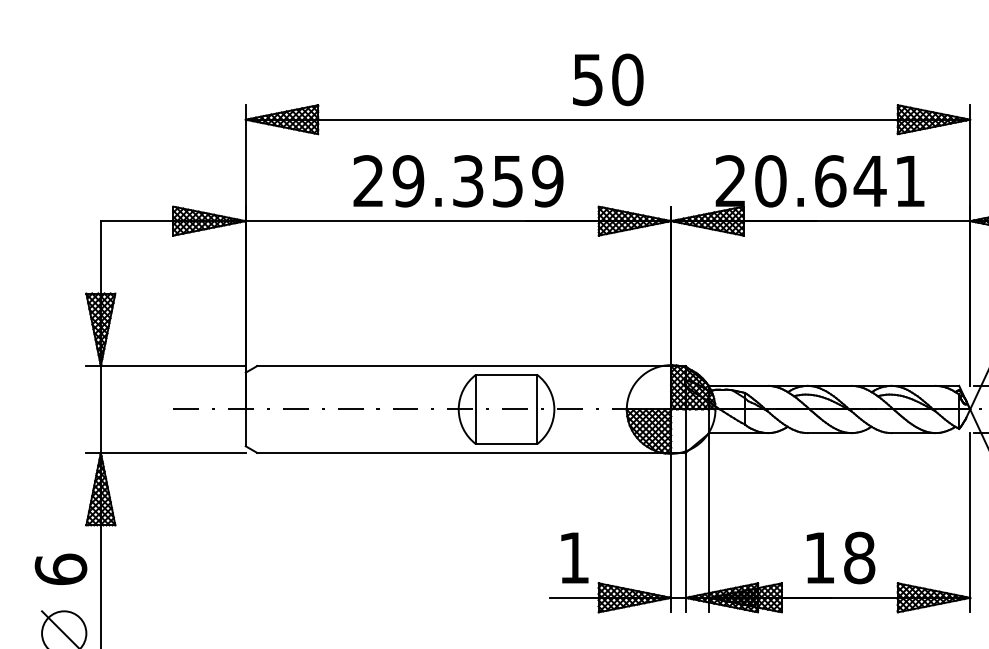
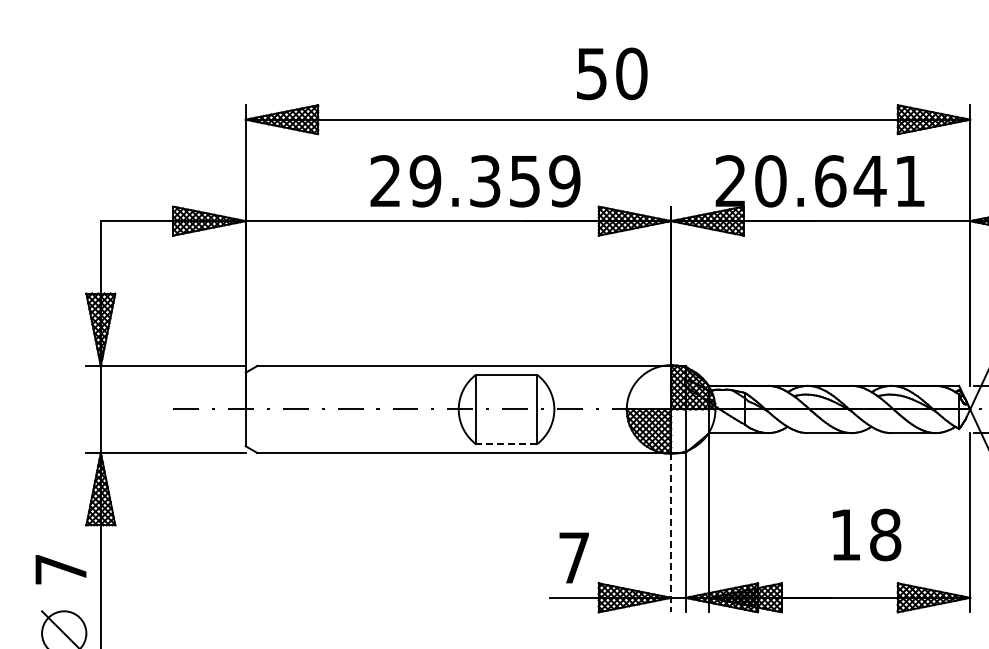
text at (608, 79) position: (608, 79) -> (612, 73)
text at (458, 181) position: (458, 181) -> (475, 181)
line at (506, 444): solid -> dashed
line at (671, 532): solid -> dashed
text at (573, 557): 1 -> 7
text at (840, 557) position: (840, 557) -> (866, 534)
text at (60, 569): 6 -> 7
